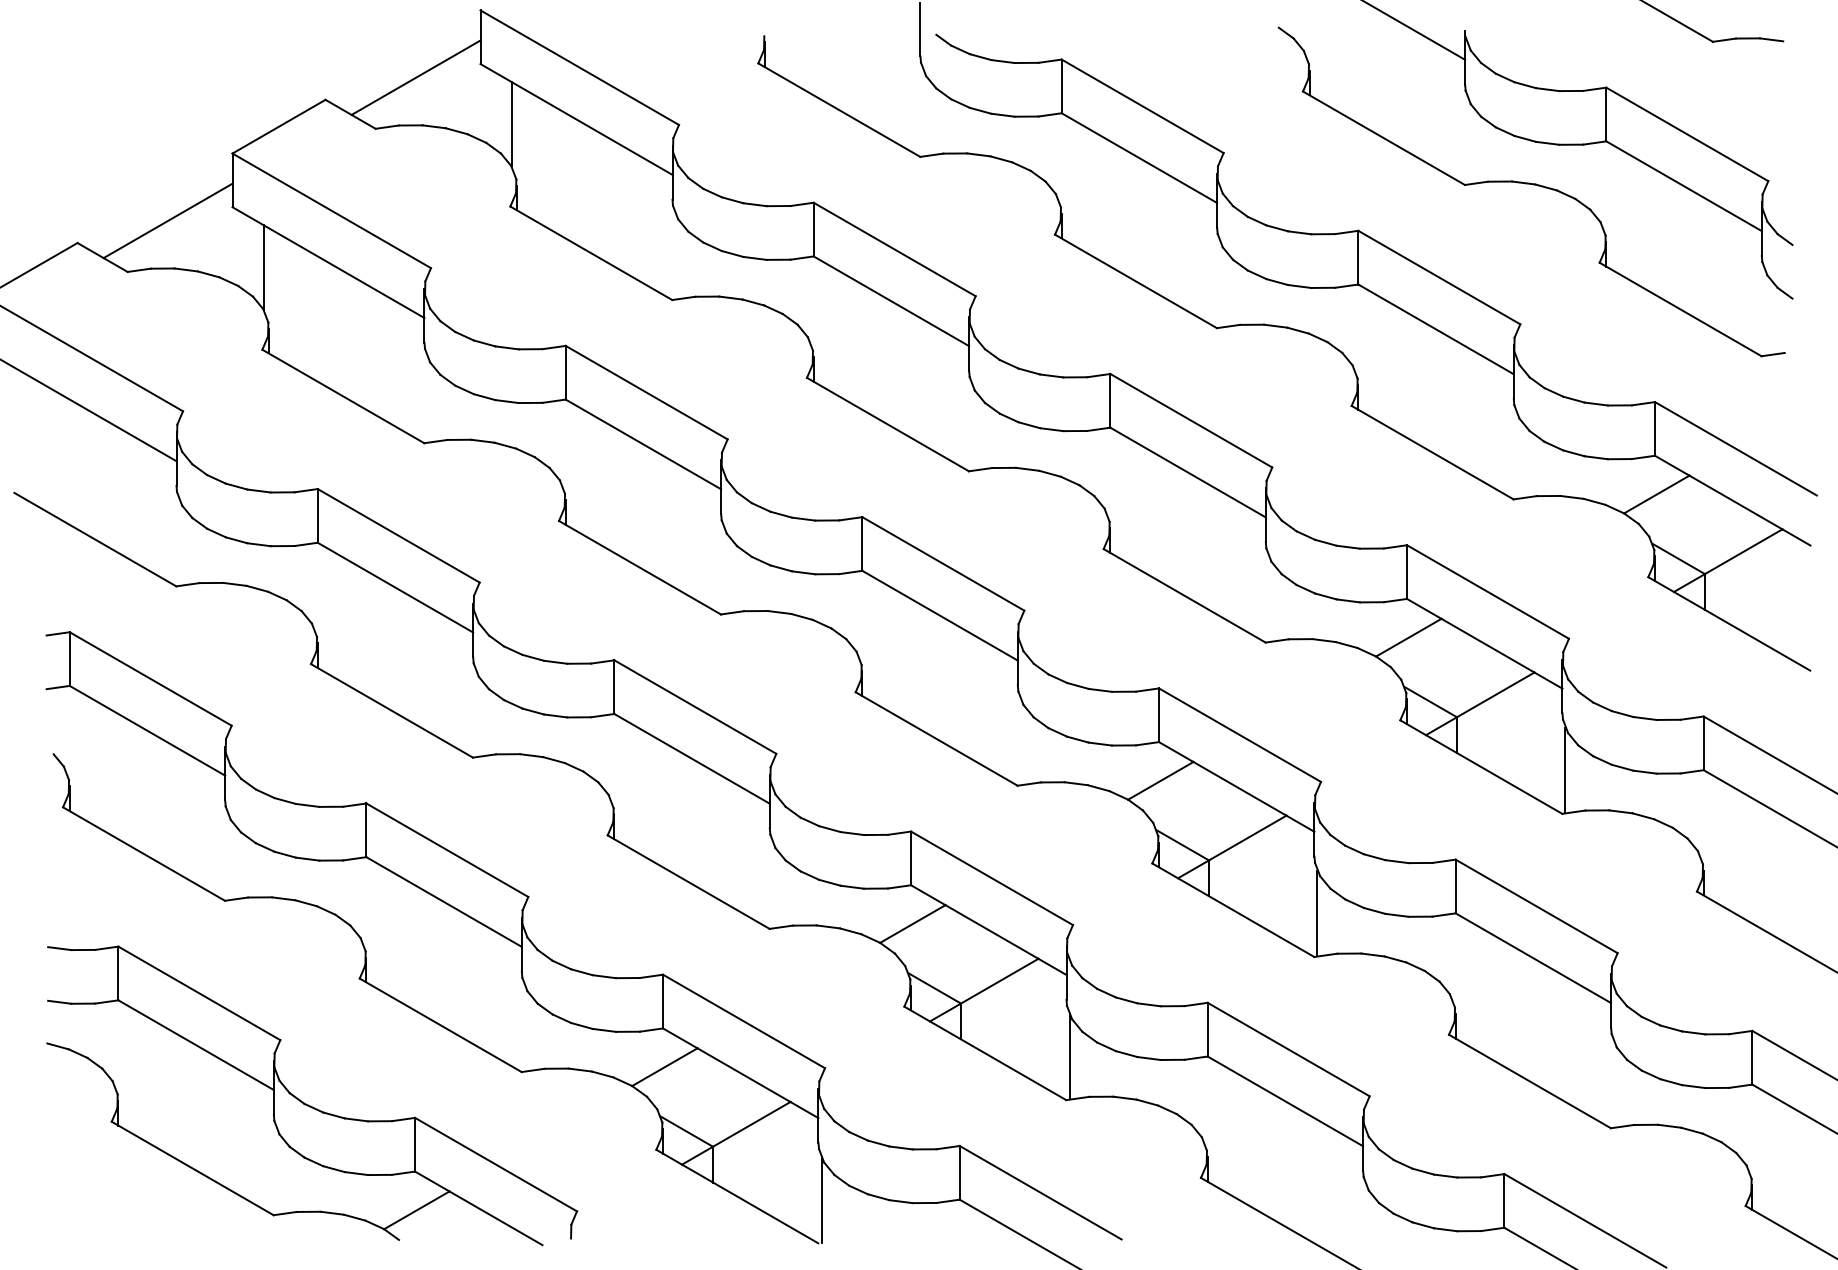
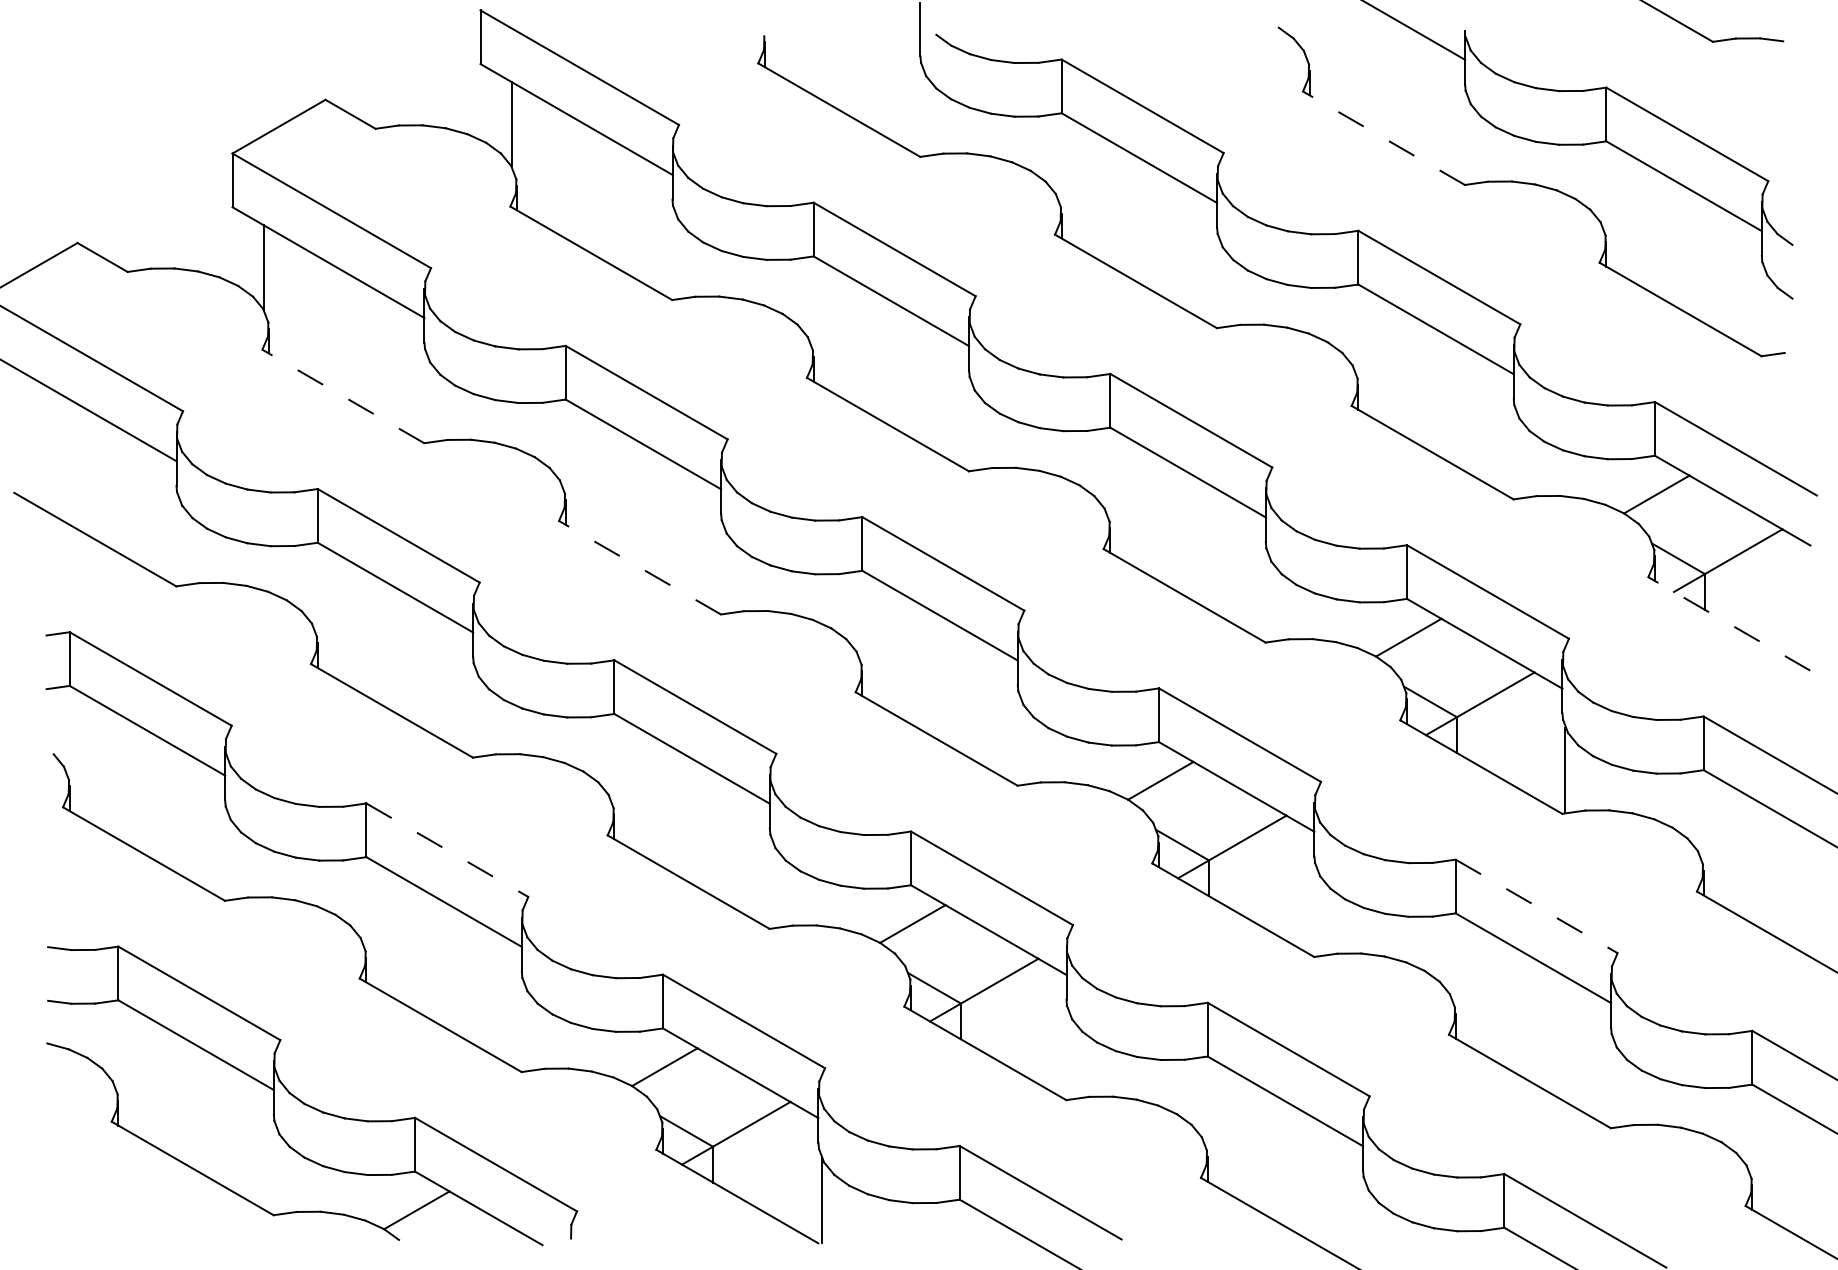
line at (415, 77): present -> none
line at (1383, 138): solid -> dashed
line at (167, 220): present -> none
line at (342, 396): solid -> dashed
line at (639, 567): solid -> dashed
line at (1728, 623): solid -> dashed
line at (447, 850): solid -> dashed
line at (1537, 906): solid -> dashed
line at (1317, 913): present -> none
line at (1069, 1056): present -> none
